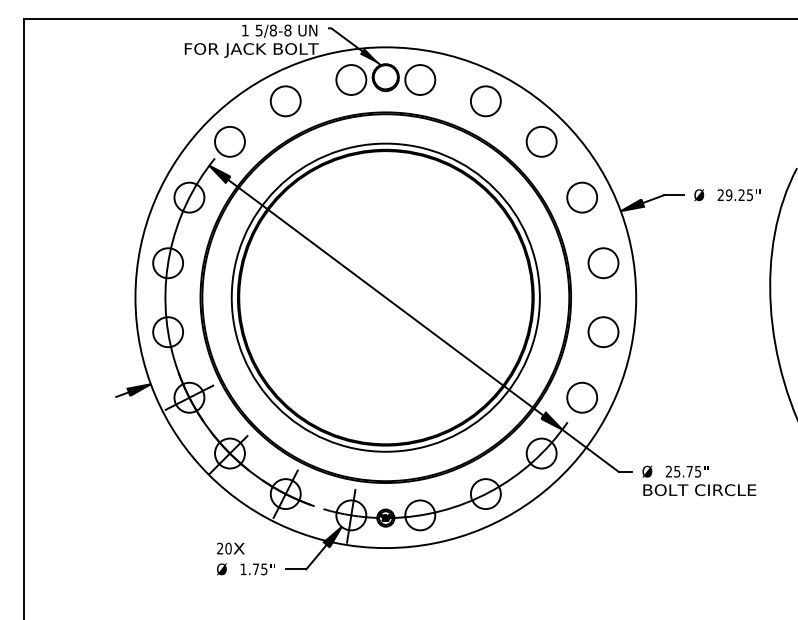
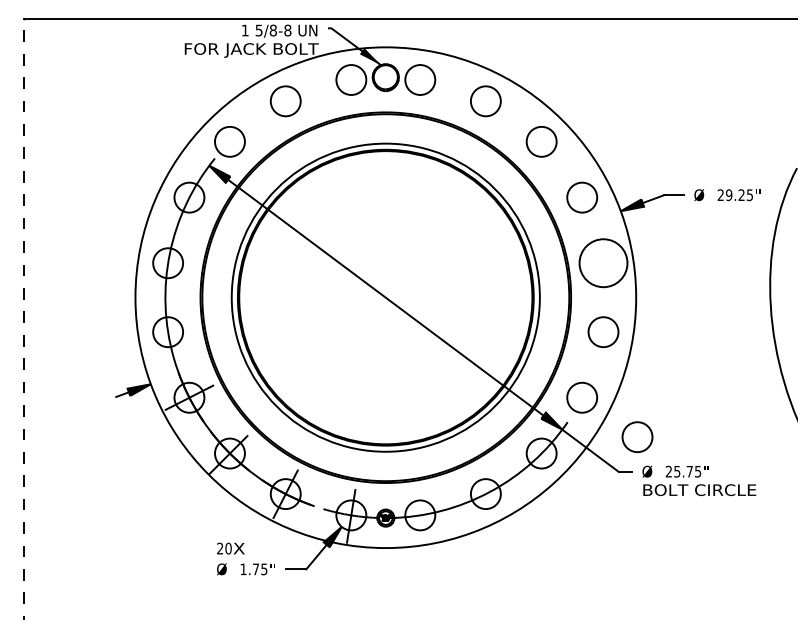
circle at (603, 263) diameter: 30 px -> 48 px
line at (23, 318): solid -> dashed
circle at (637, 436): none -> present
